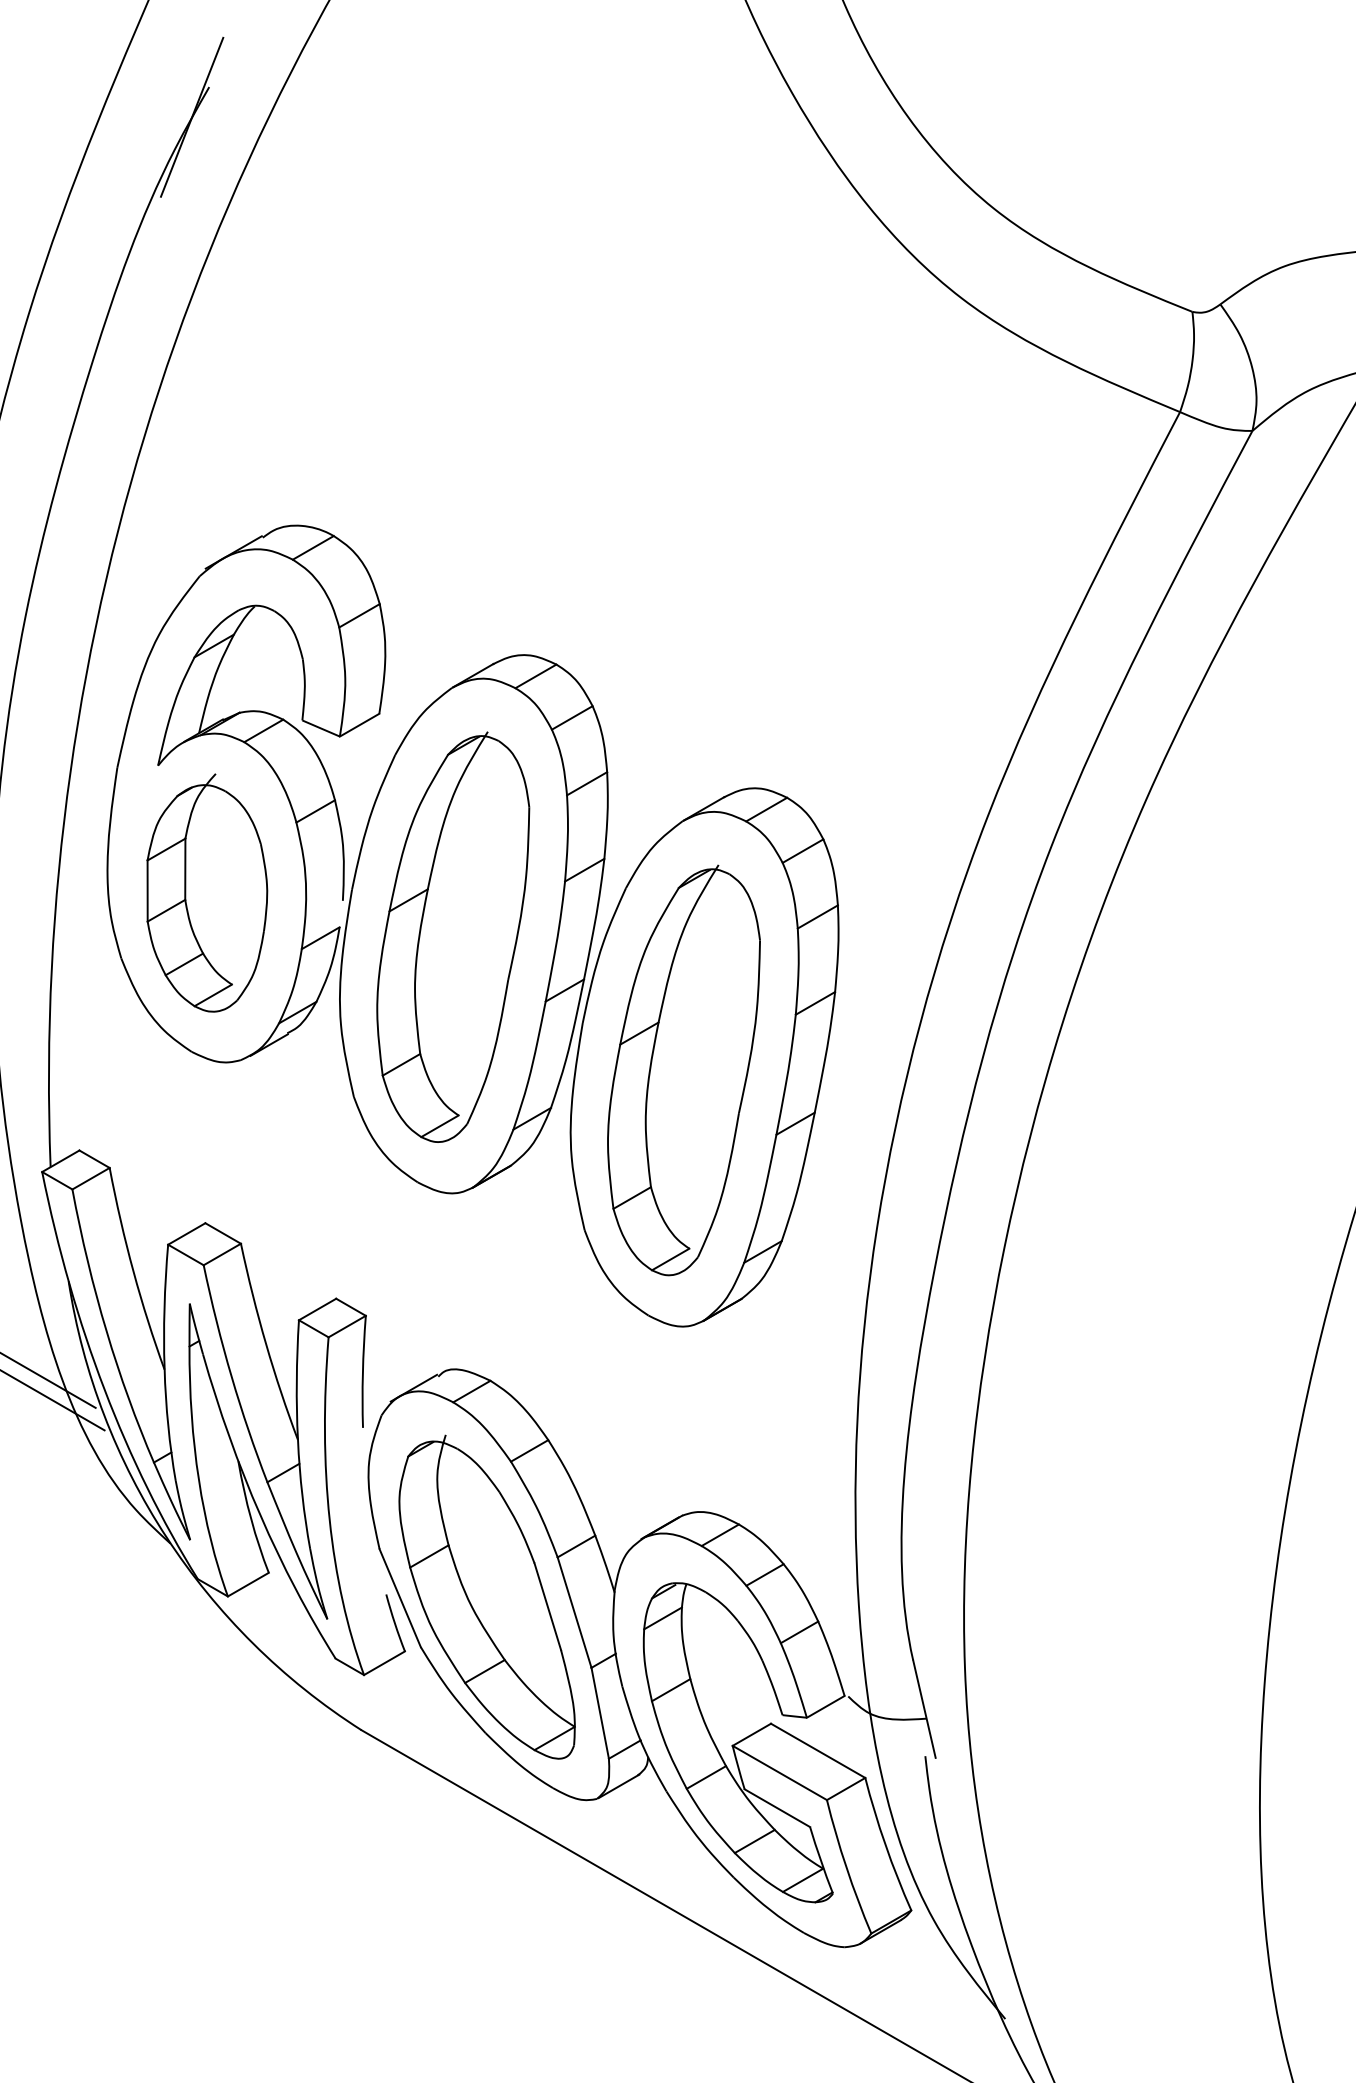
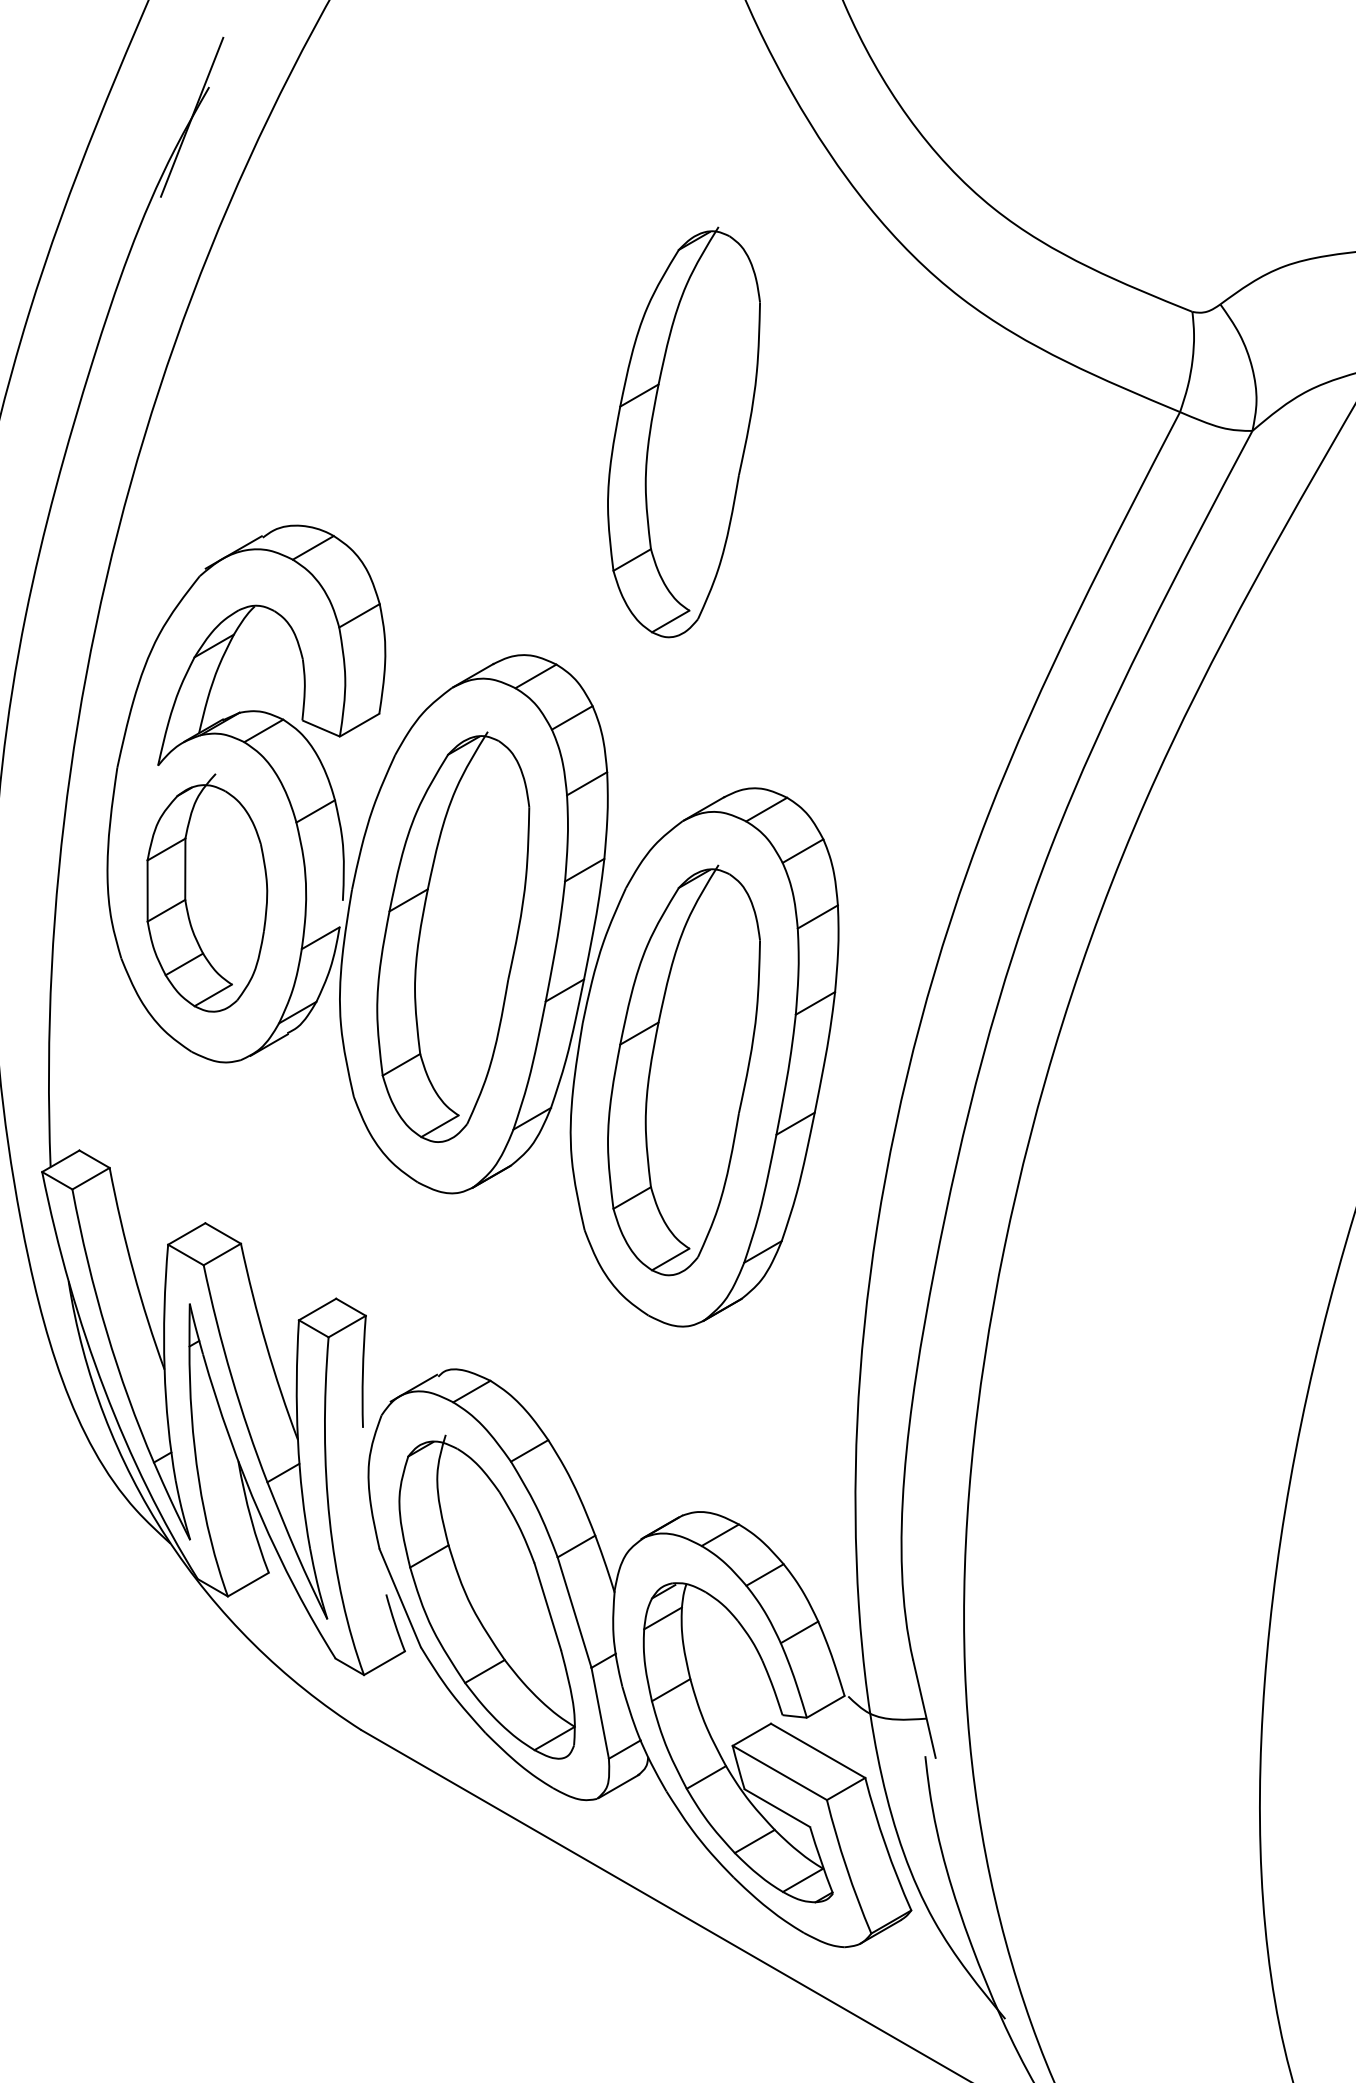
part at (683, 432): none -> present
line at (48, 1380): present -> none
line at (53, 1400): present -> none
